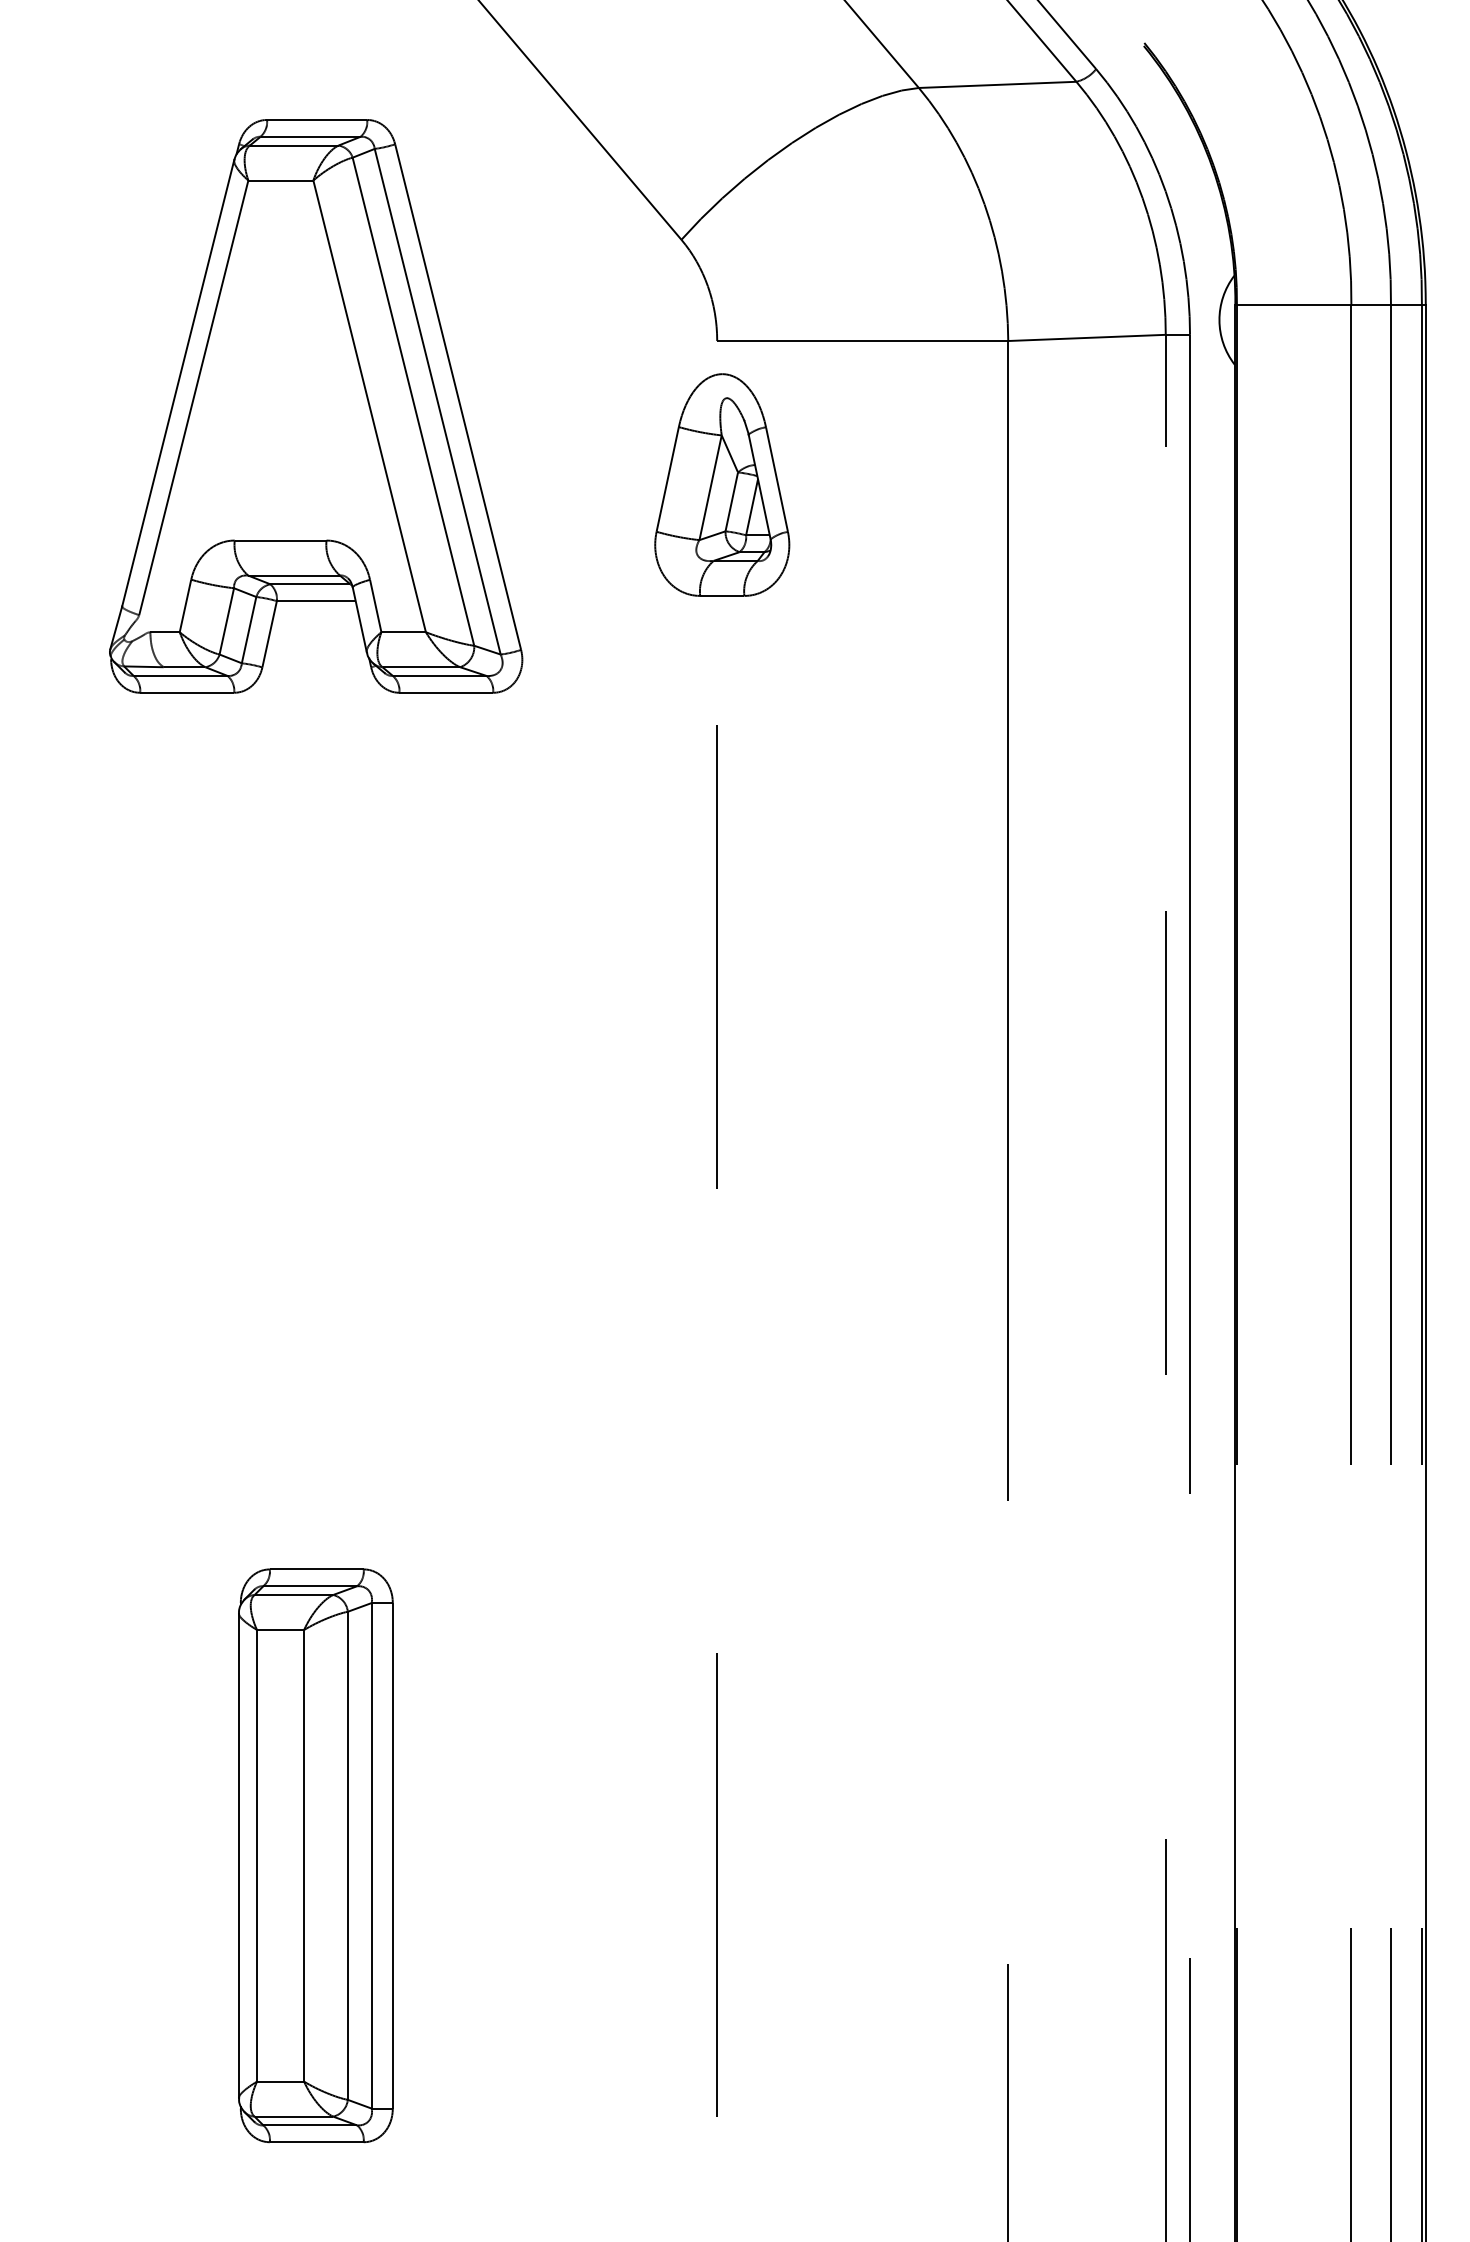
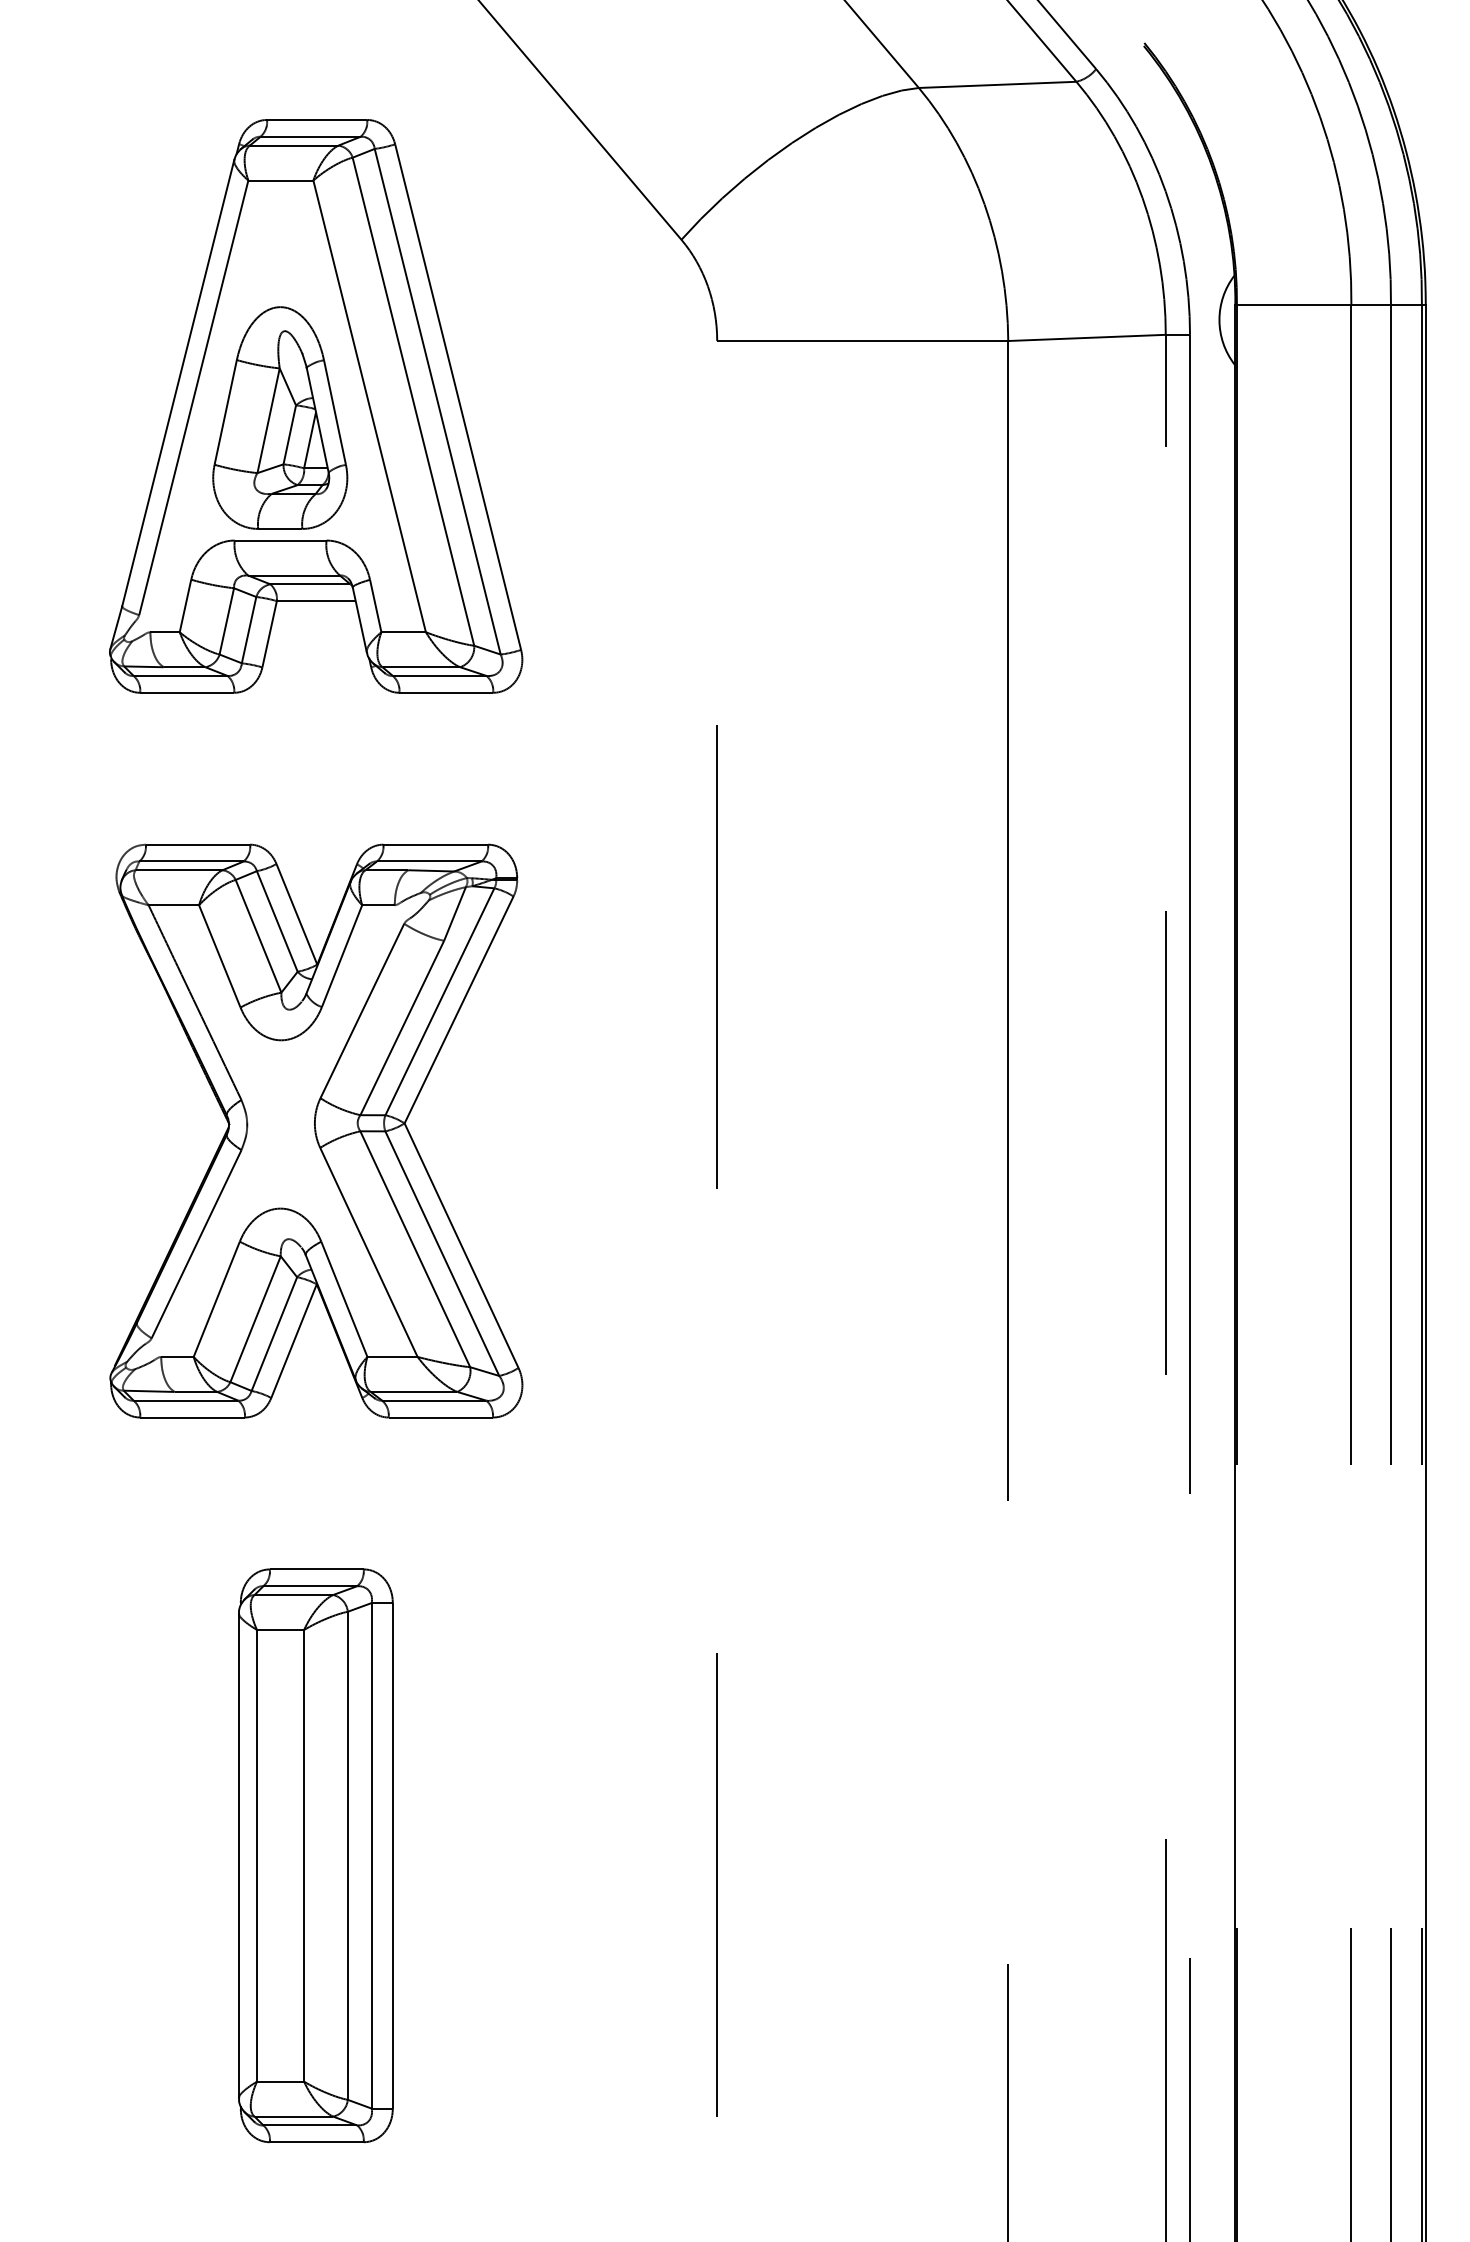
part at (722, 484) position: (722, 484) -> (280, 417)
part at (316, 1130): none -> present
